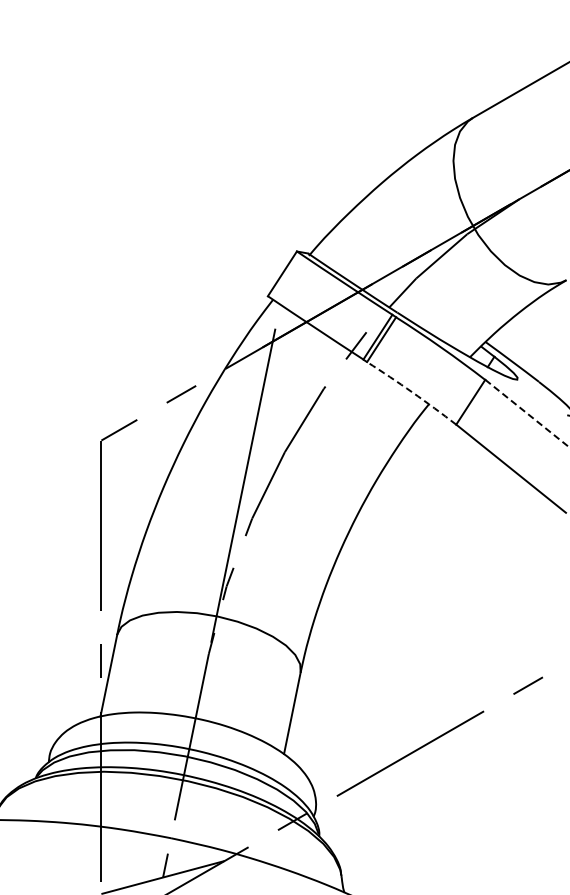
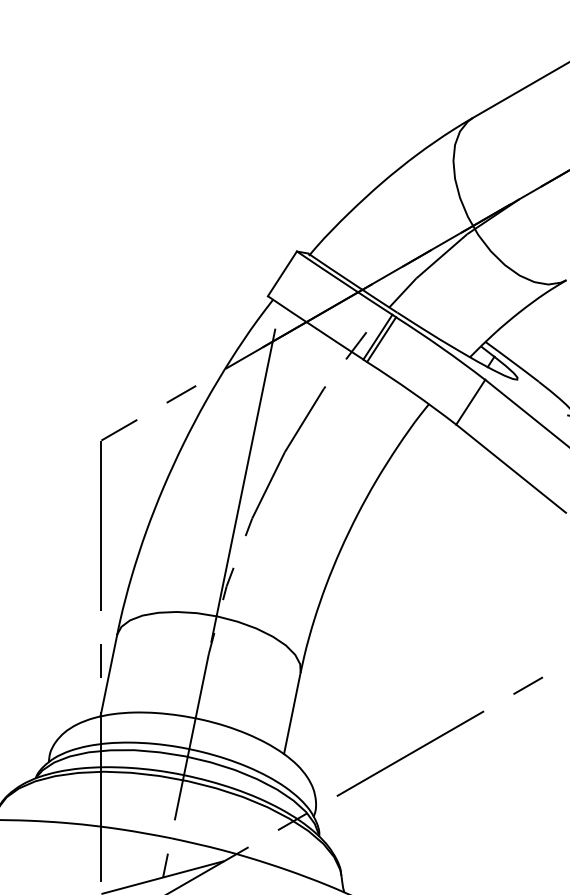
arc at (412, 392): dashed -> solid
line at (527, 413): dashed -> solid
